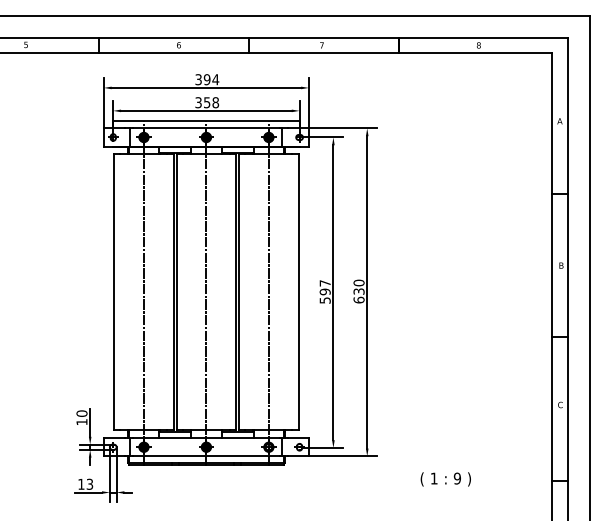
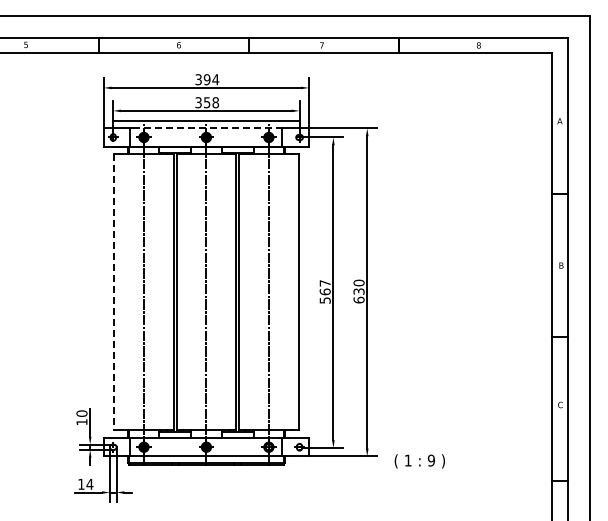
line at (206, 128): solid -> dashed
text at (324, 291): 597 -> 567
line at (114, 292): solid -> dashed
text at (445, 479) position: (445, 479) -> (419, 461)
text at (89, 483): 13 -> 14
